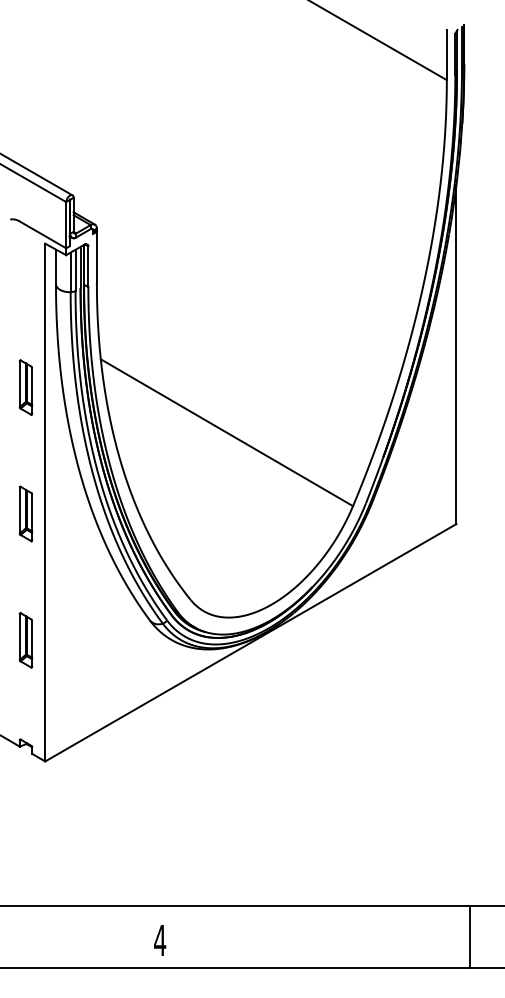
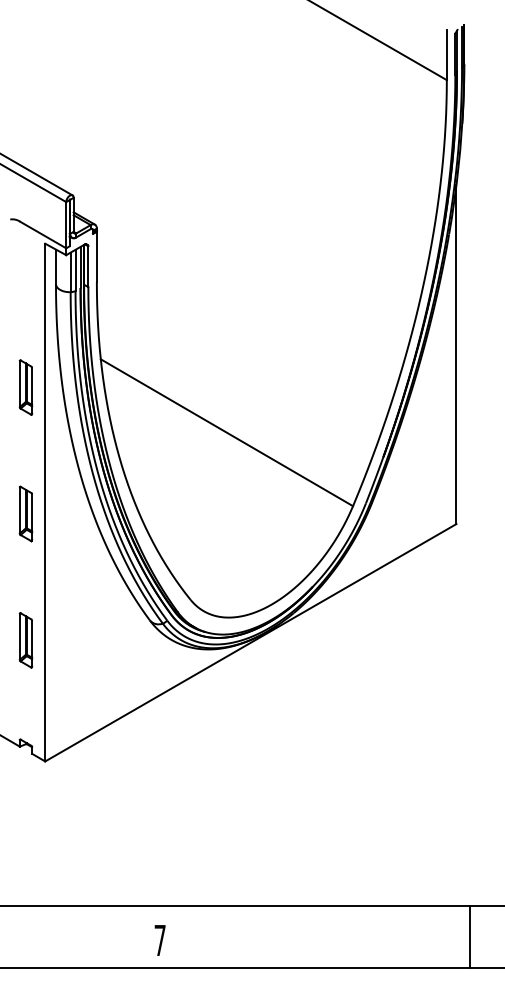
text at (160, 940): 4 -> 7
